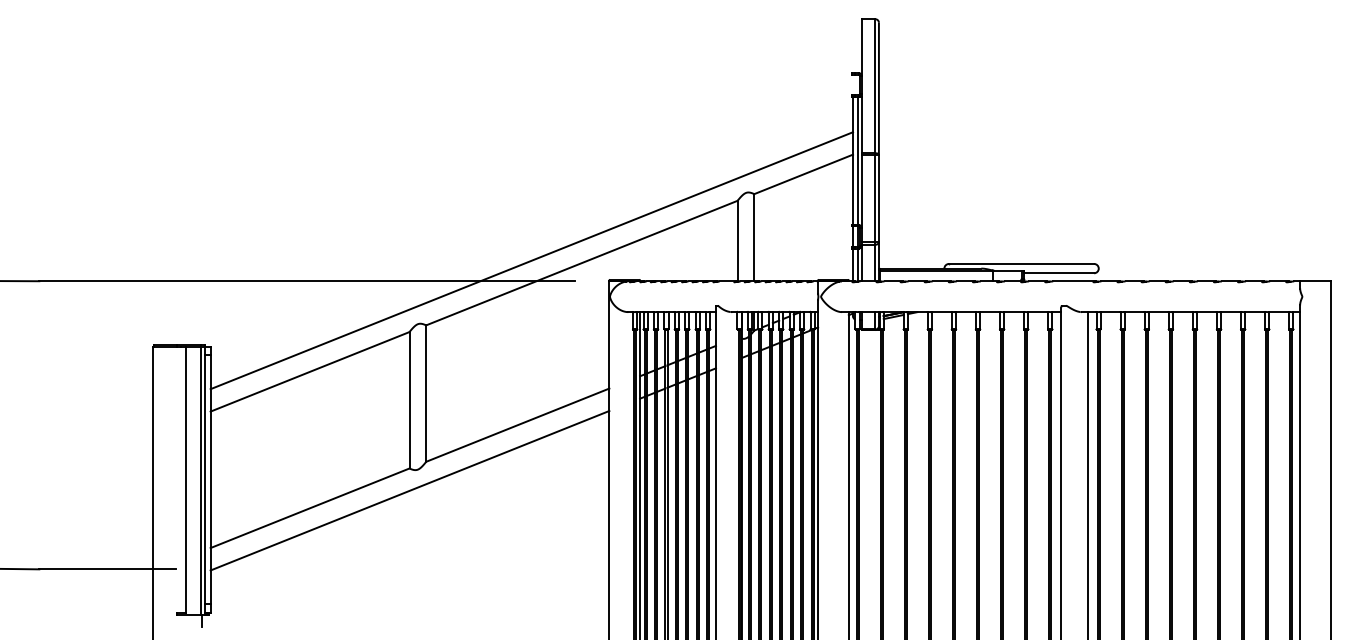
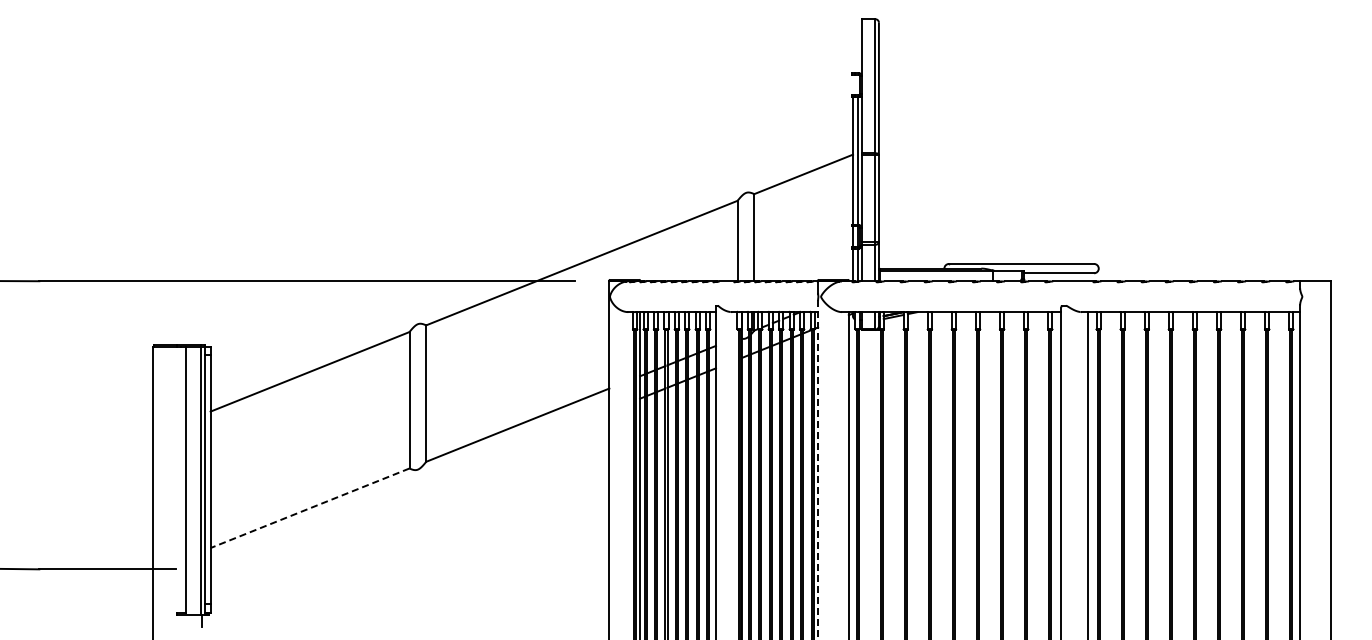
line at (531, 260): present -> none
line at (818, 469): solid -> dashed
line at (409, 490): present -> none
line at (309, 508): solid -> dashed
